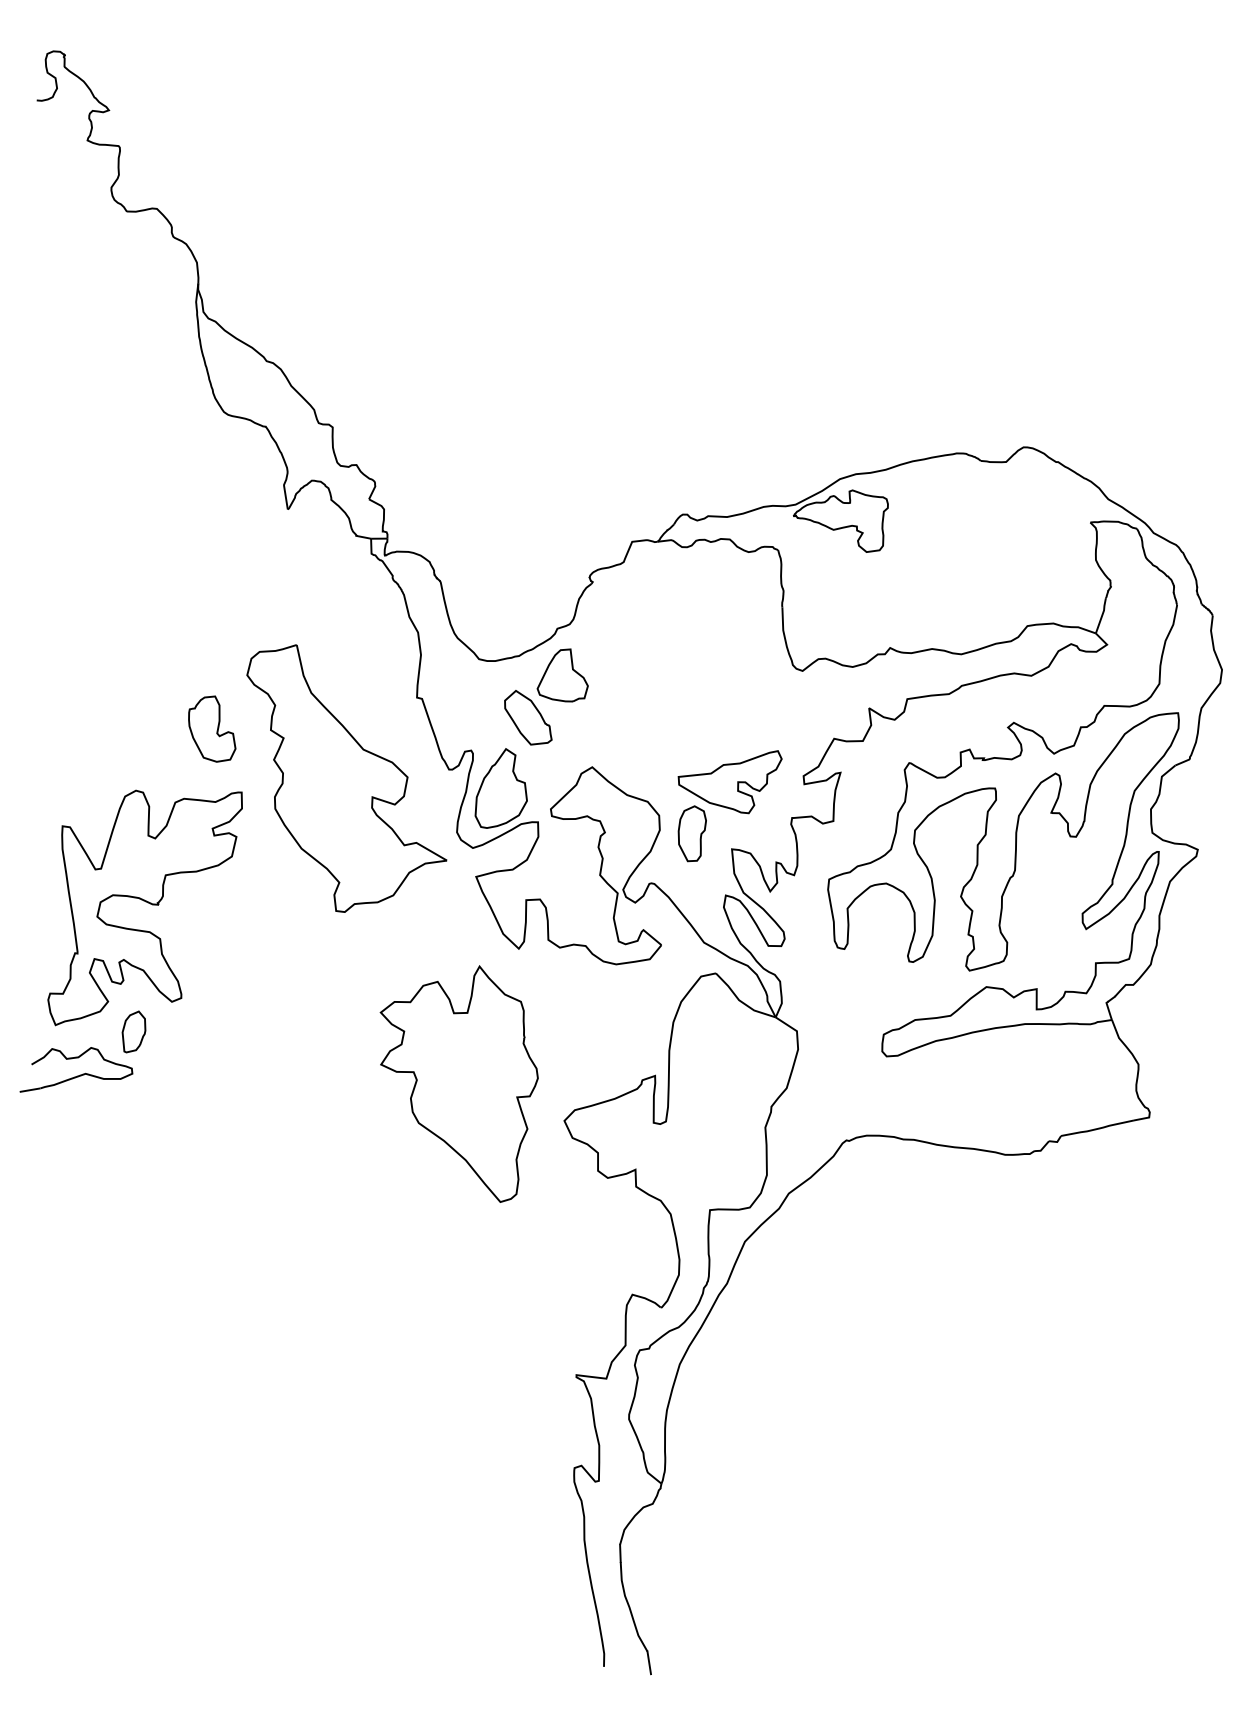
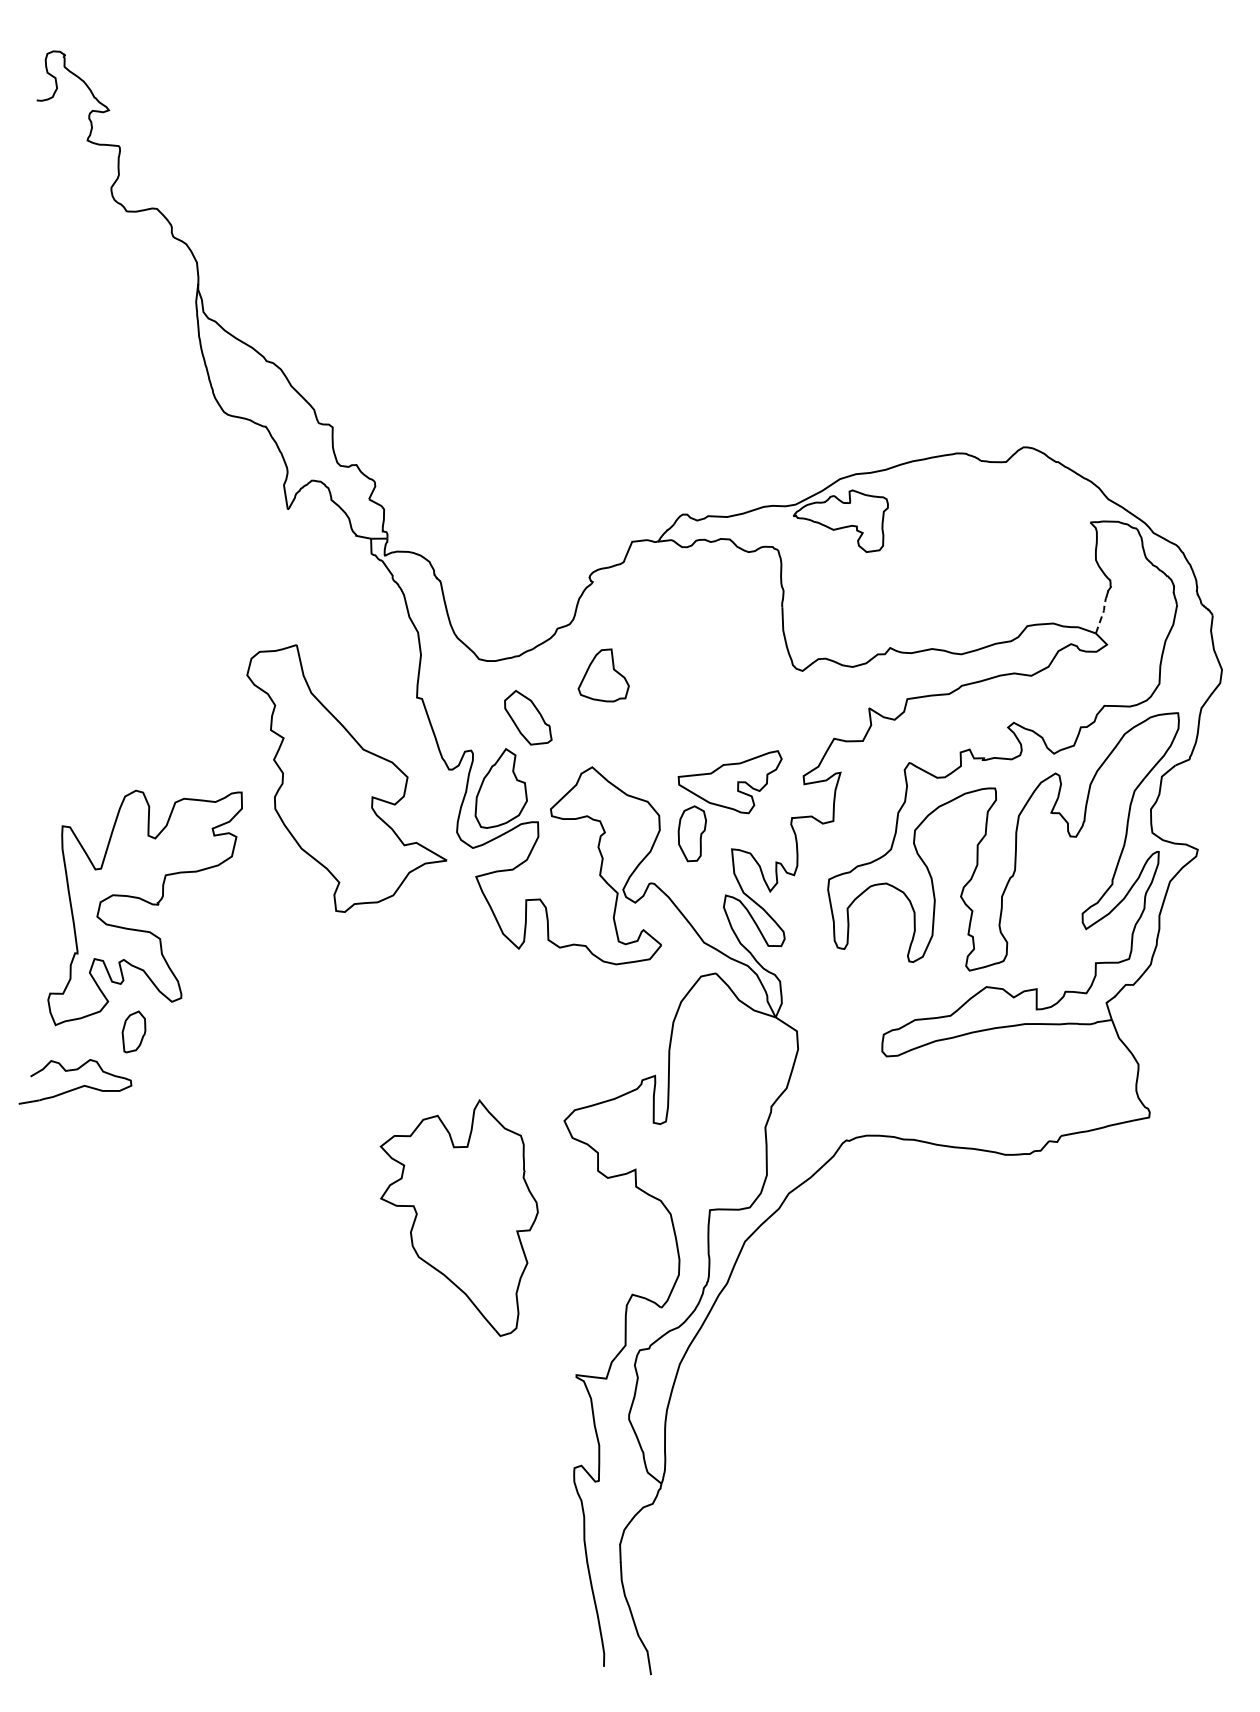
line at (1102, 615): solid -> dashed
part at (562, 675) position: (562, 675) -> (603, 675)
part at (212, 728): present -> none
part at (77, 1075) position: (77, 1075) -> (76, 1087)
part at (458, 1083) position: (458, 1083) -> (458, 1217)
